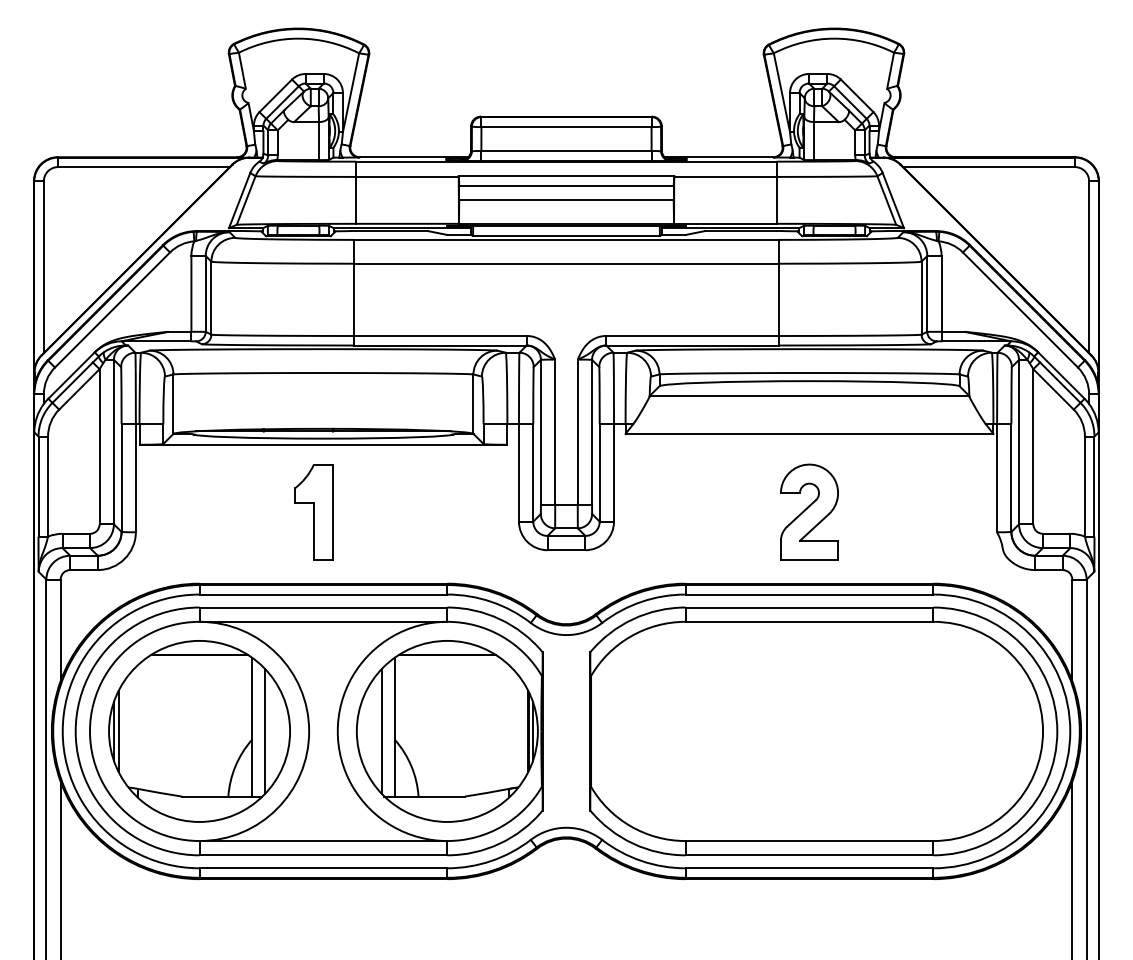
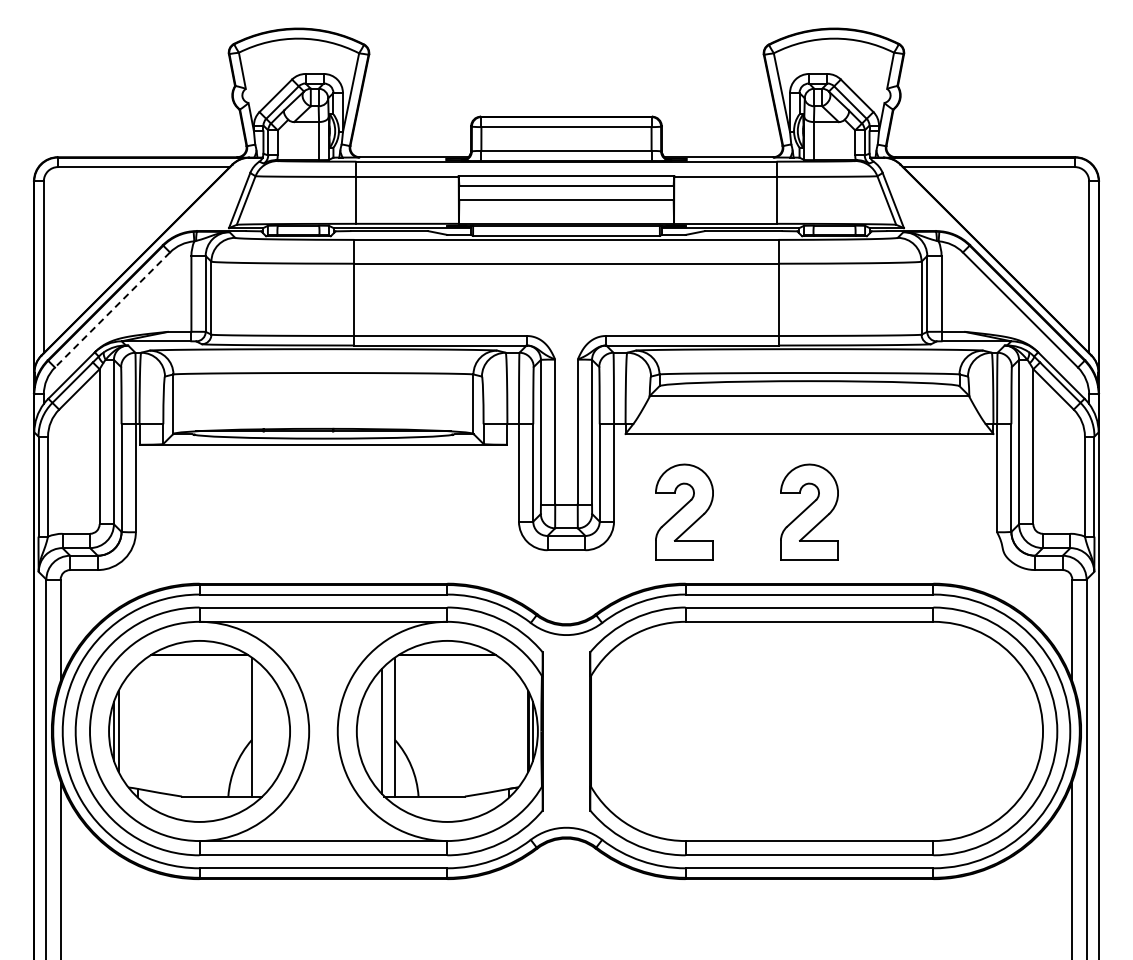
line at (112, 310): solid -> dashed
part at (684, 511): none -> present
part at (313, 512): present -> none
line at (264, 731): present -> none
